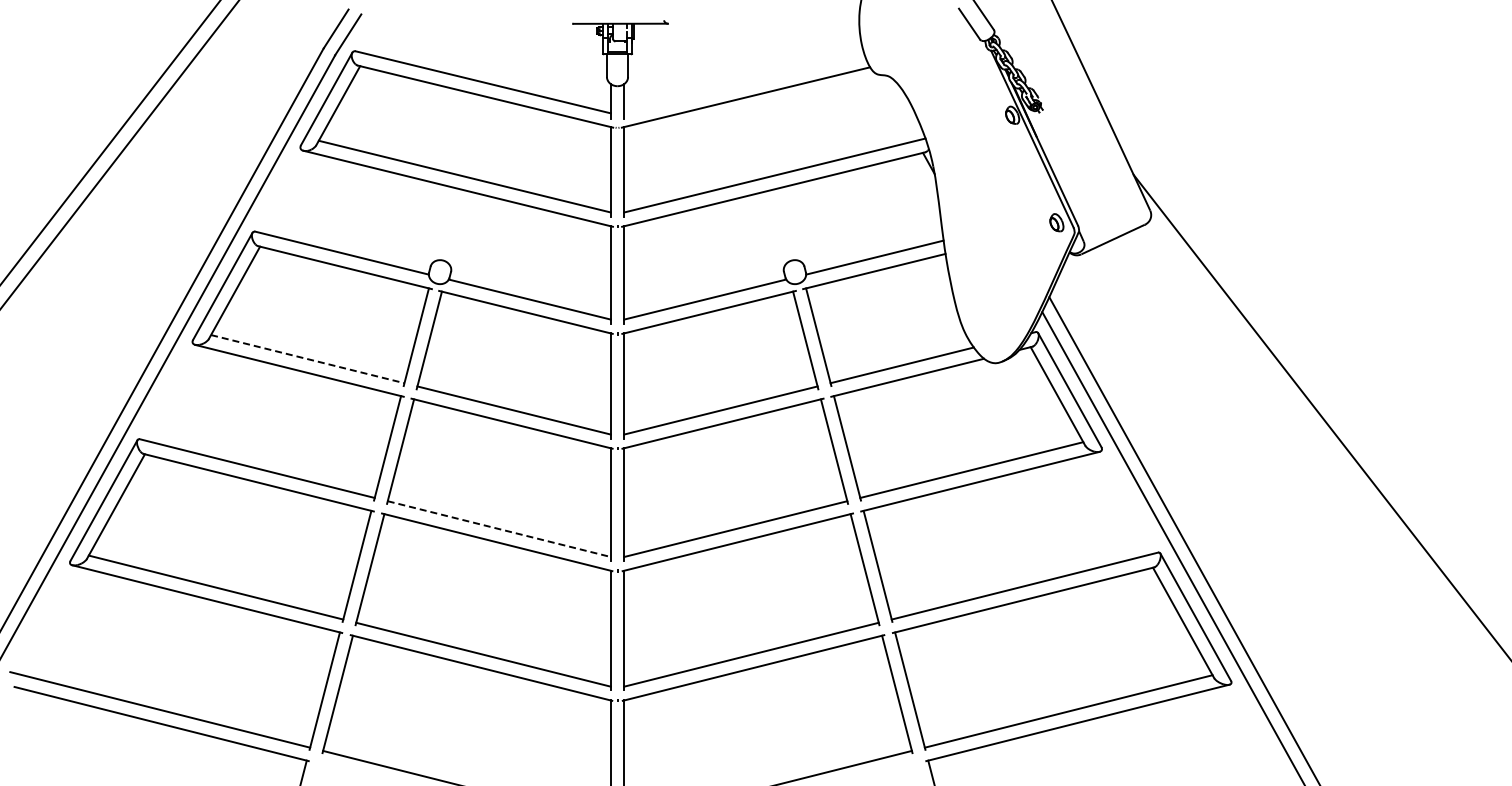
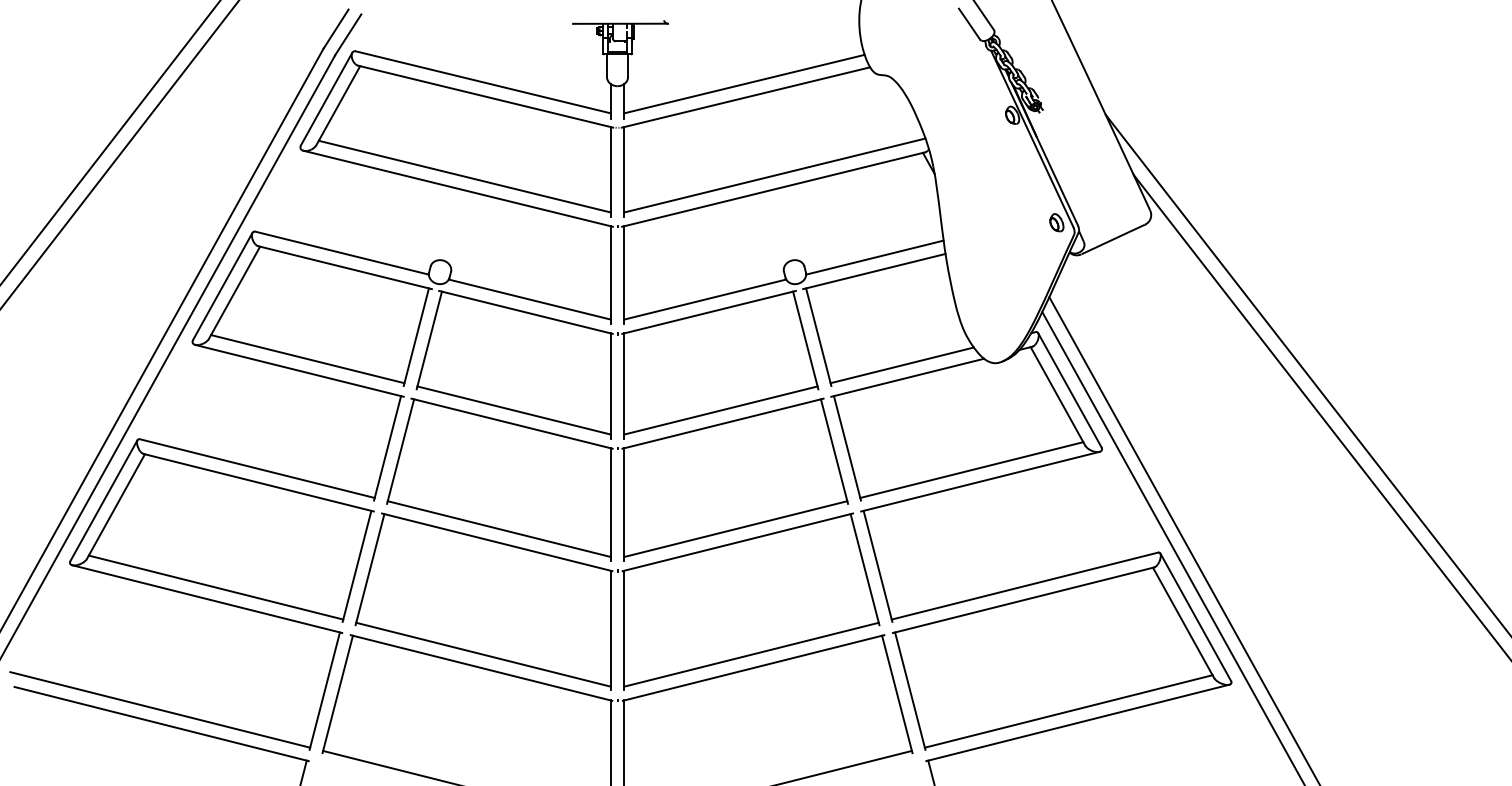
line at (744, 83): none -> present
line at (307, 359): dashed -> solid
line at (1306, 373): none -> present
line at (499, 529): dashed -> solid
